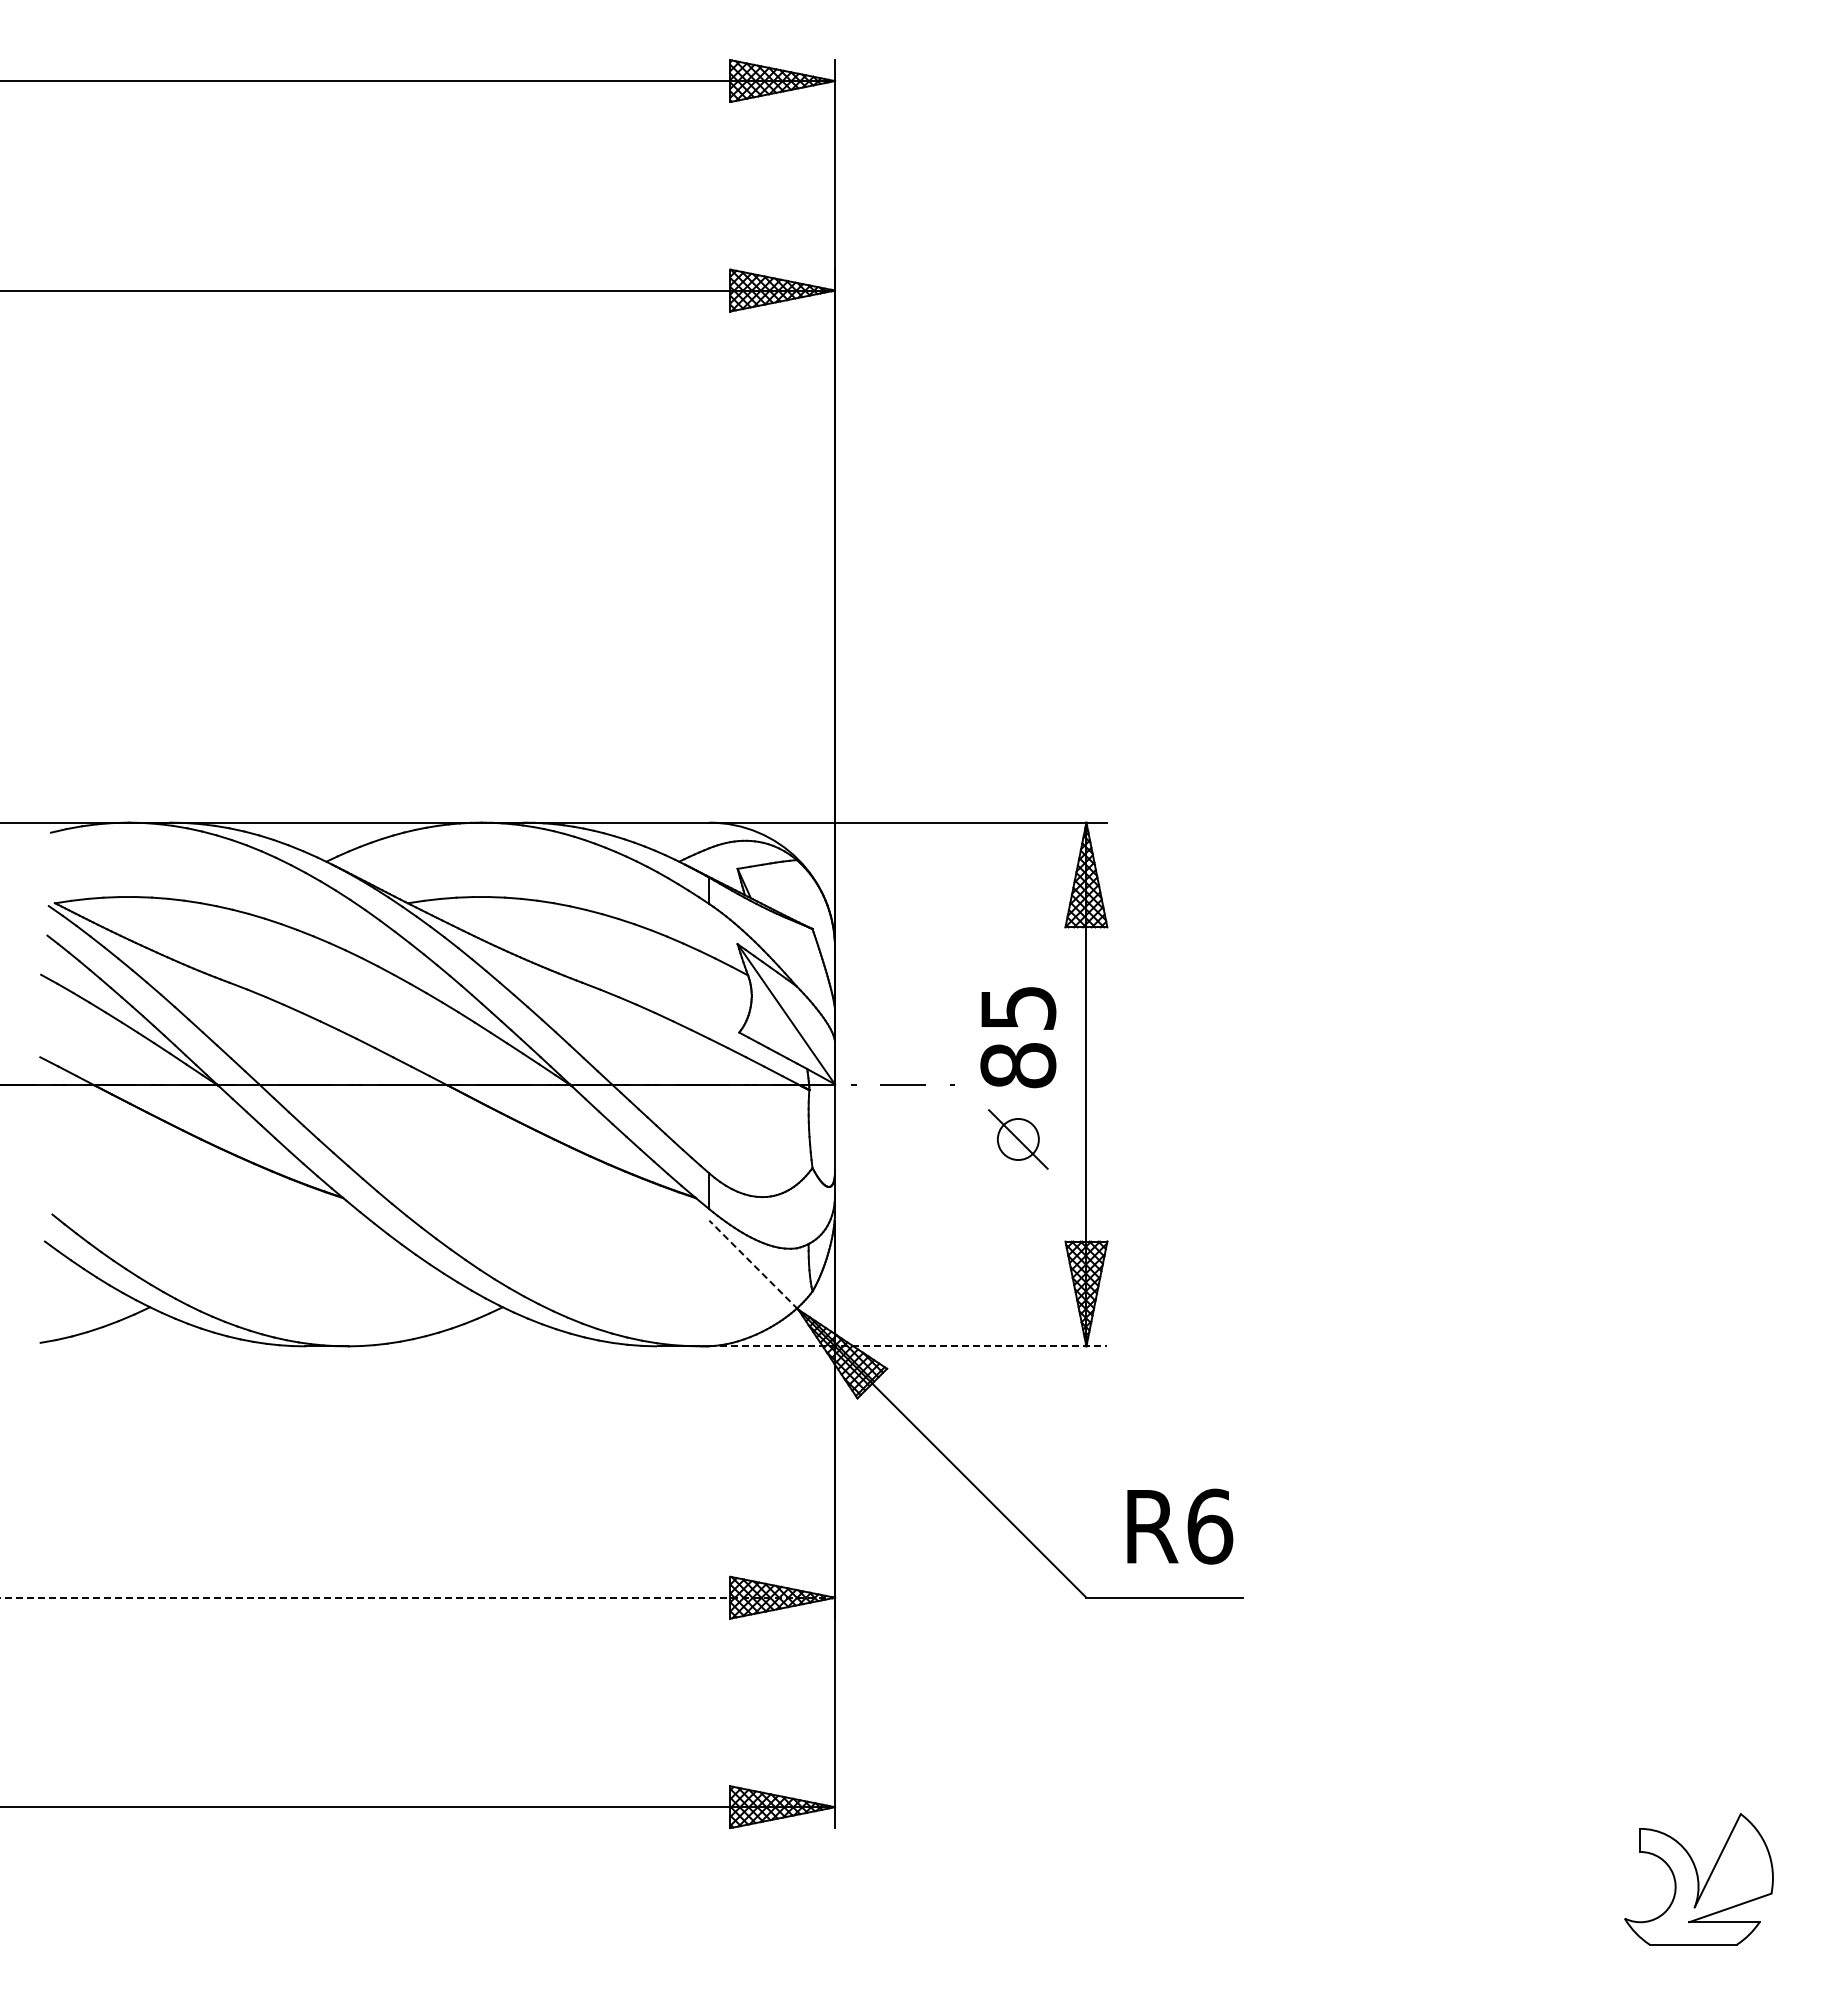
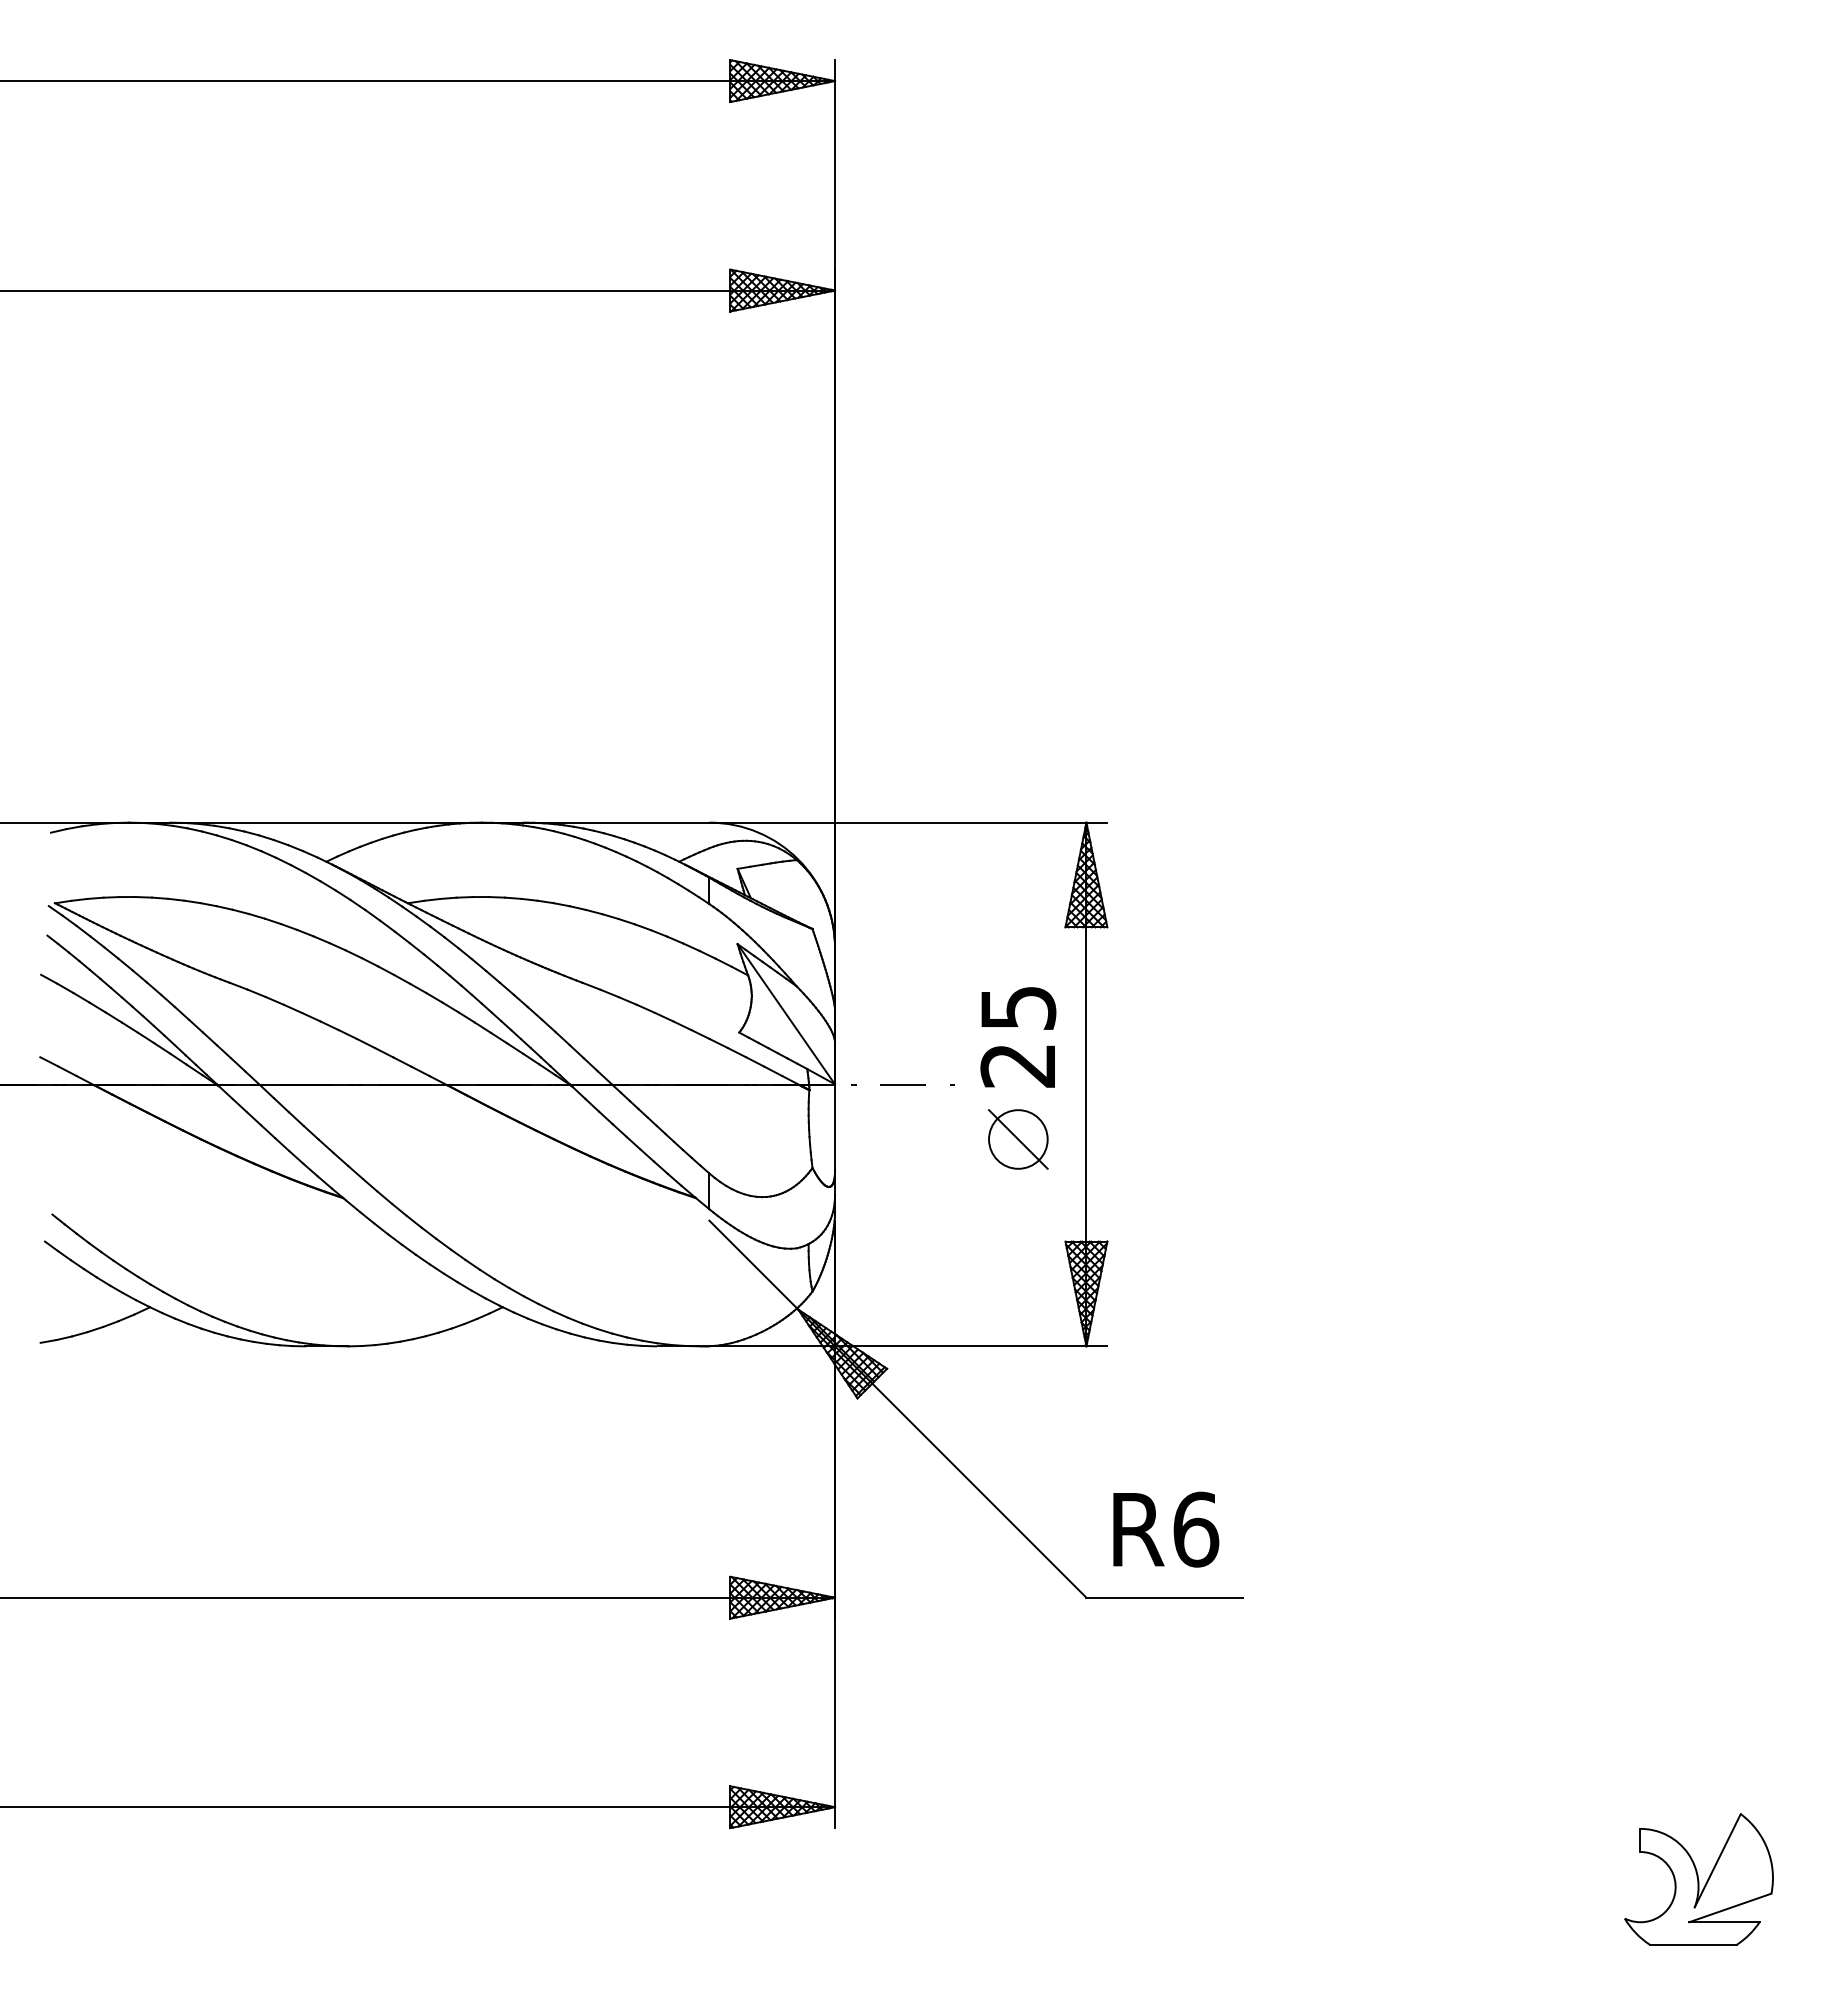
text at (1018, 1065): 85 -> 25
circle at (1017, 1139) diameter: 41 px -> 59 px
line at (753, 1265): dashed -> solid
line at (908, 1346): dashed -> solid
text at (1180, 1526) position: (1180, 1526) -> (1166, 1529)
line at (418, 1597): dashed -> solid
